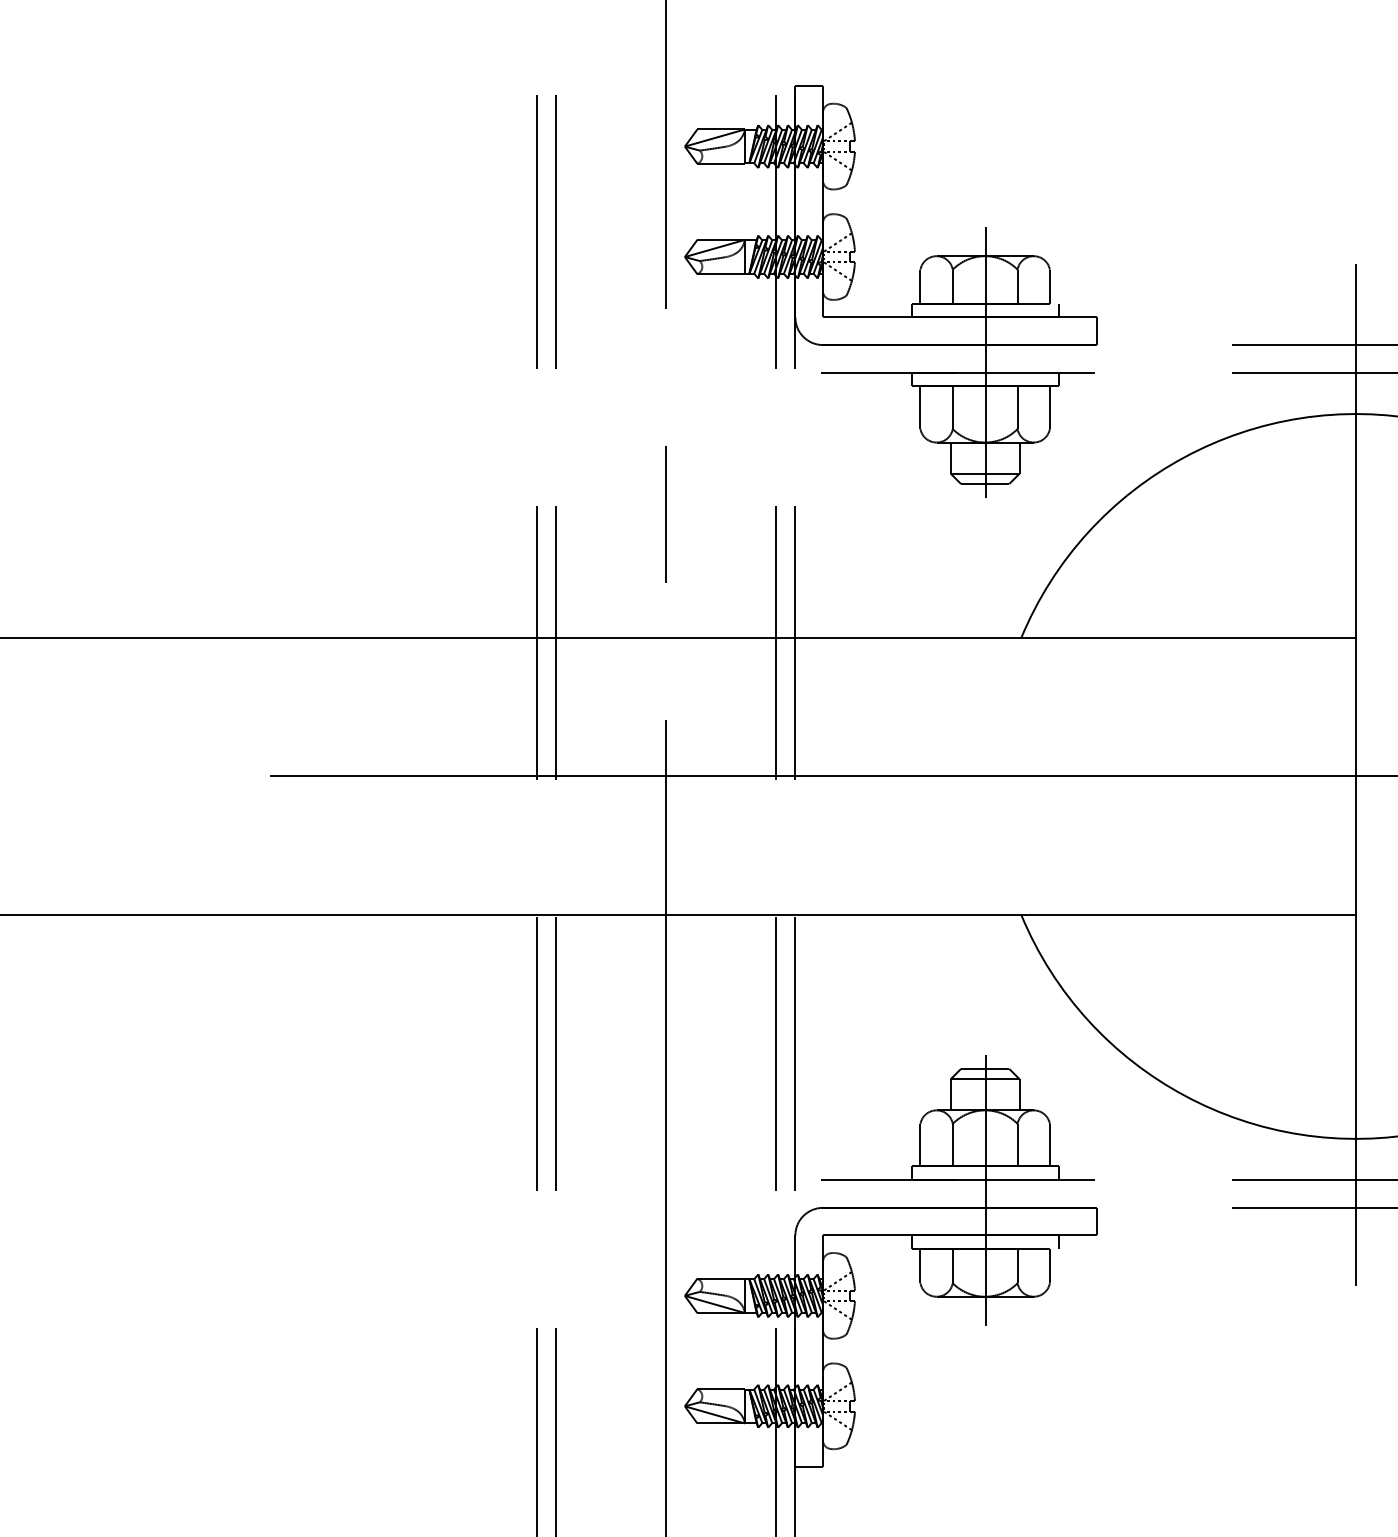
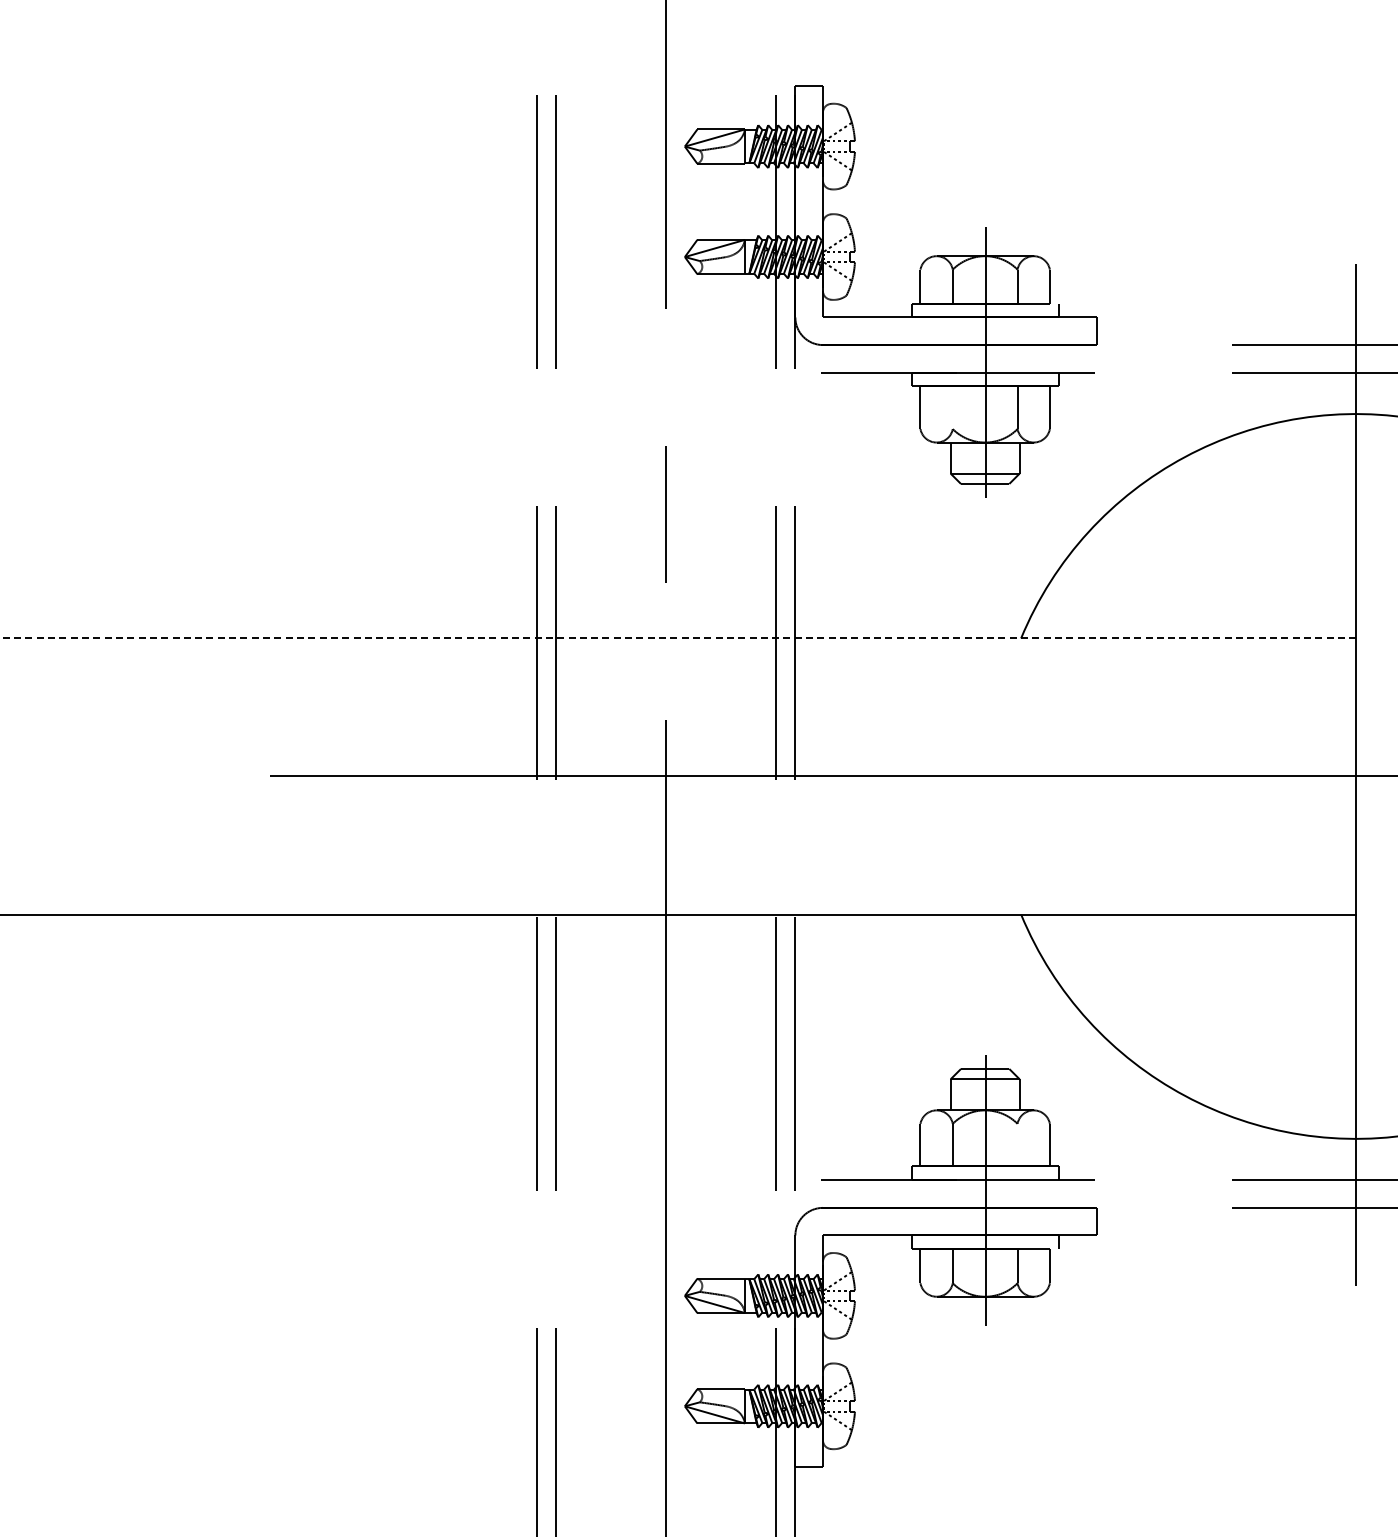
line at (952, 407): present -> none
line at (678, 638): solid -> dashed
line at (1017, 1144): present -> none
